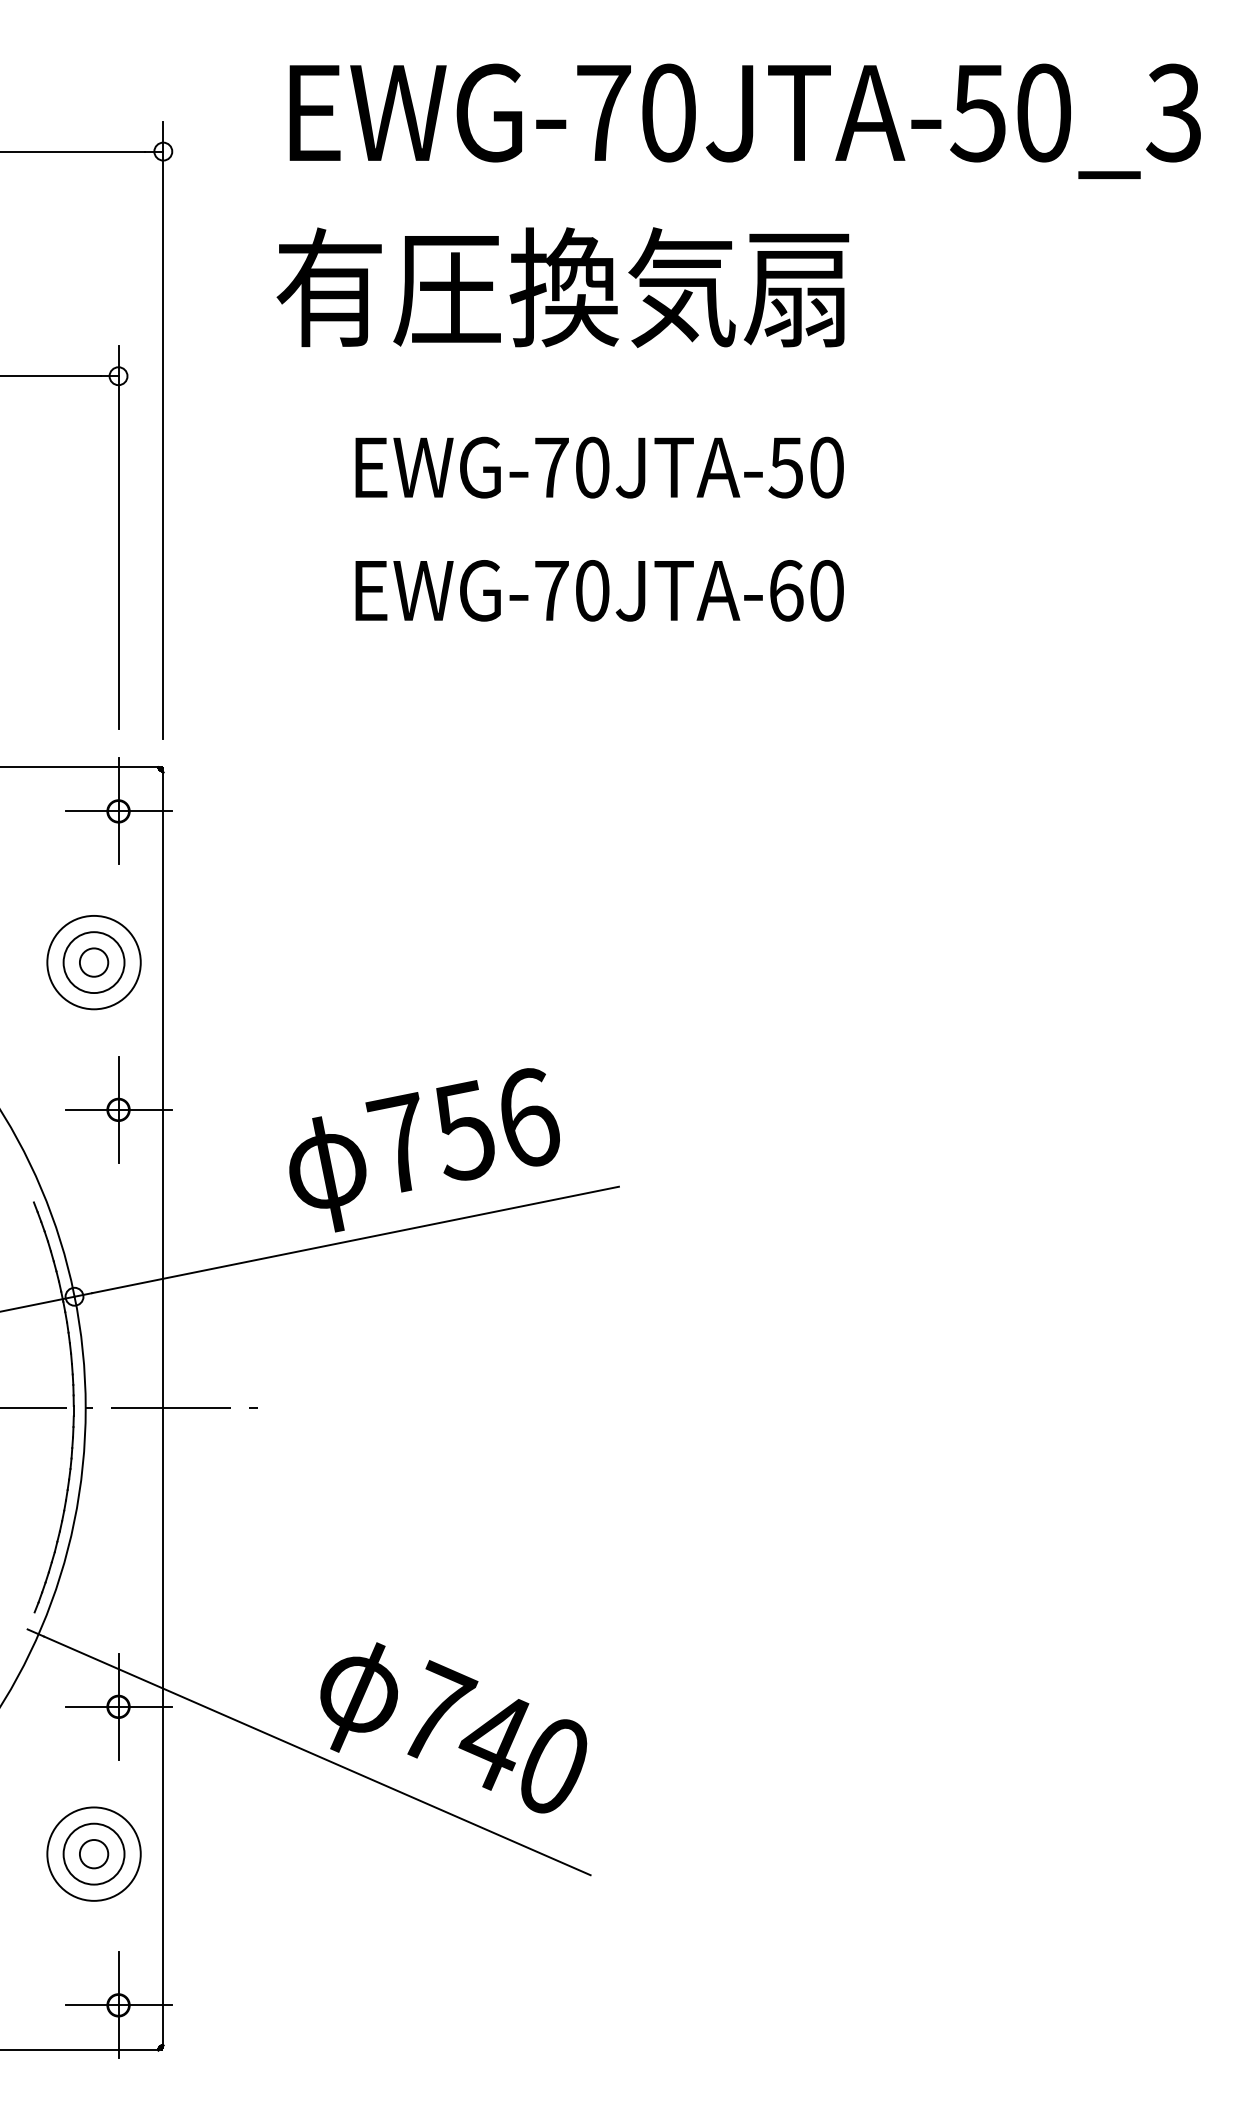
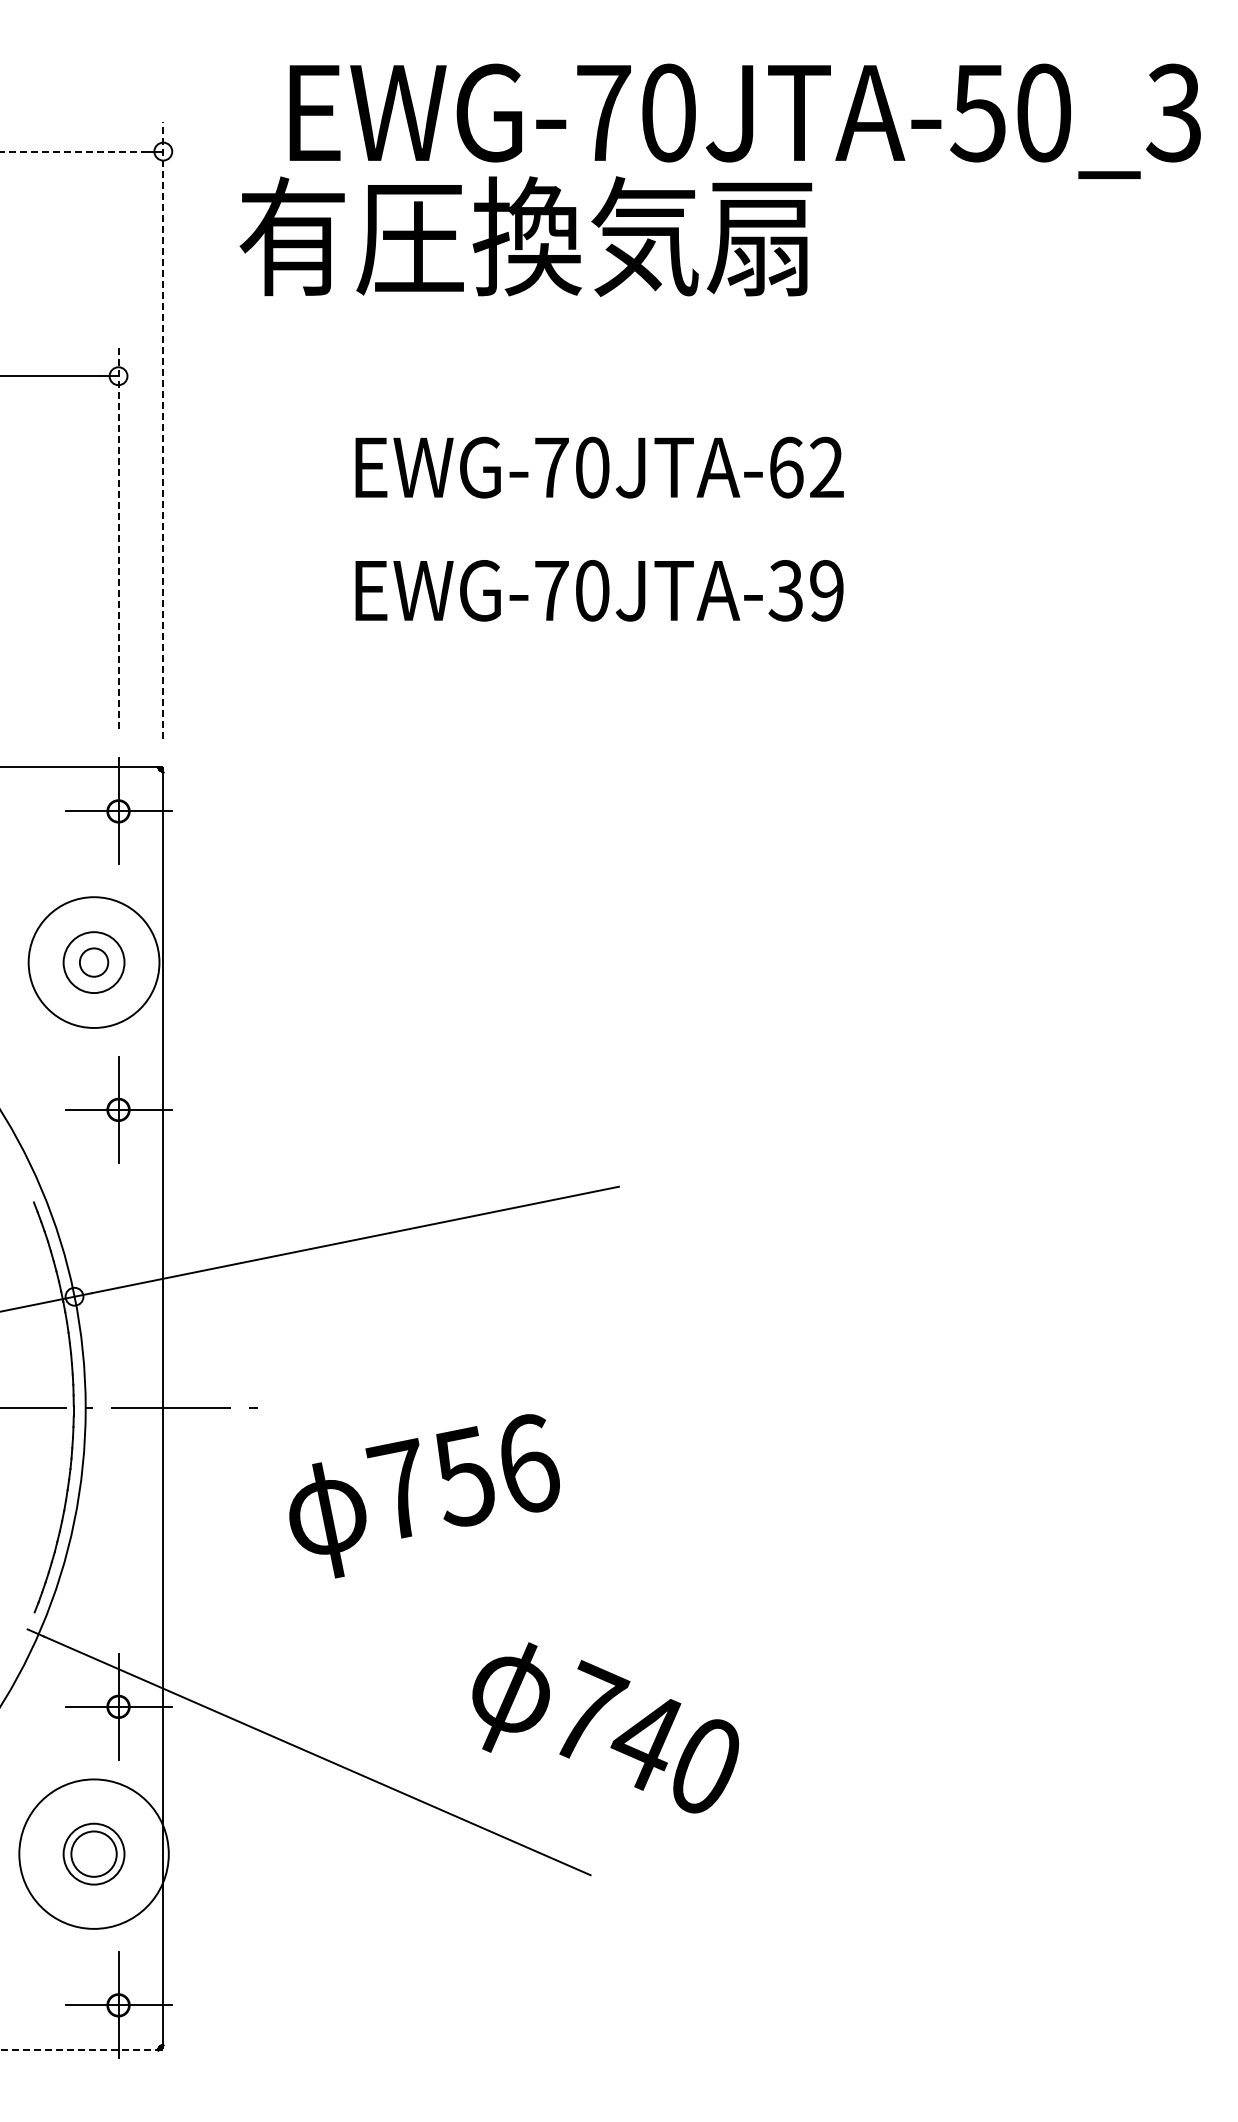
line at (73, 151): solid -> dashed
text at (562, 287) position: (562, 287) -> (525, 236)
line at (163, 429): solid -> dashed
text at (805, 467): EWG-70JTA-50 -> EWG-70JTA-62
line at (118, 536): solid -> dashed
text at (805, 590): EWG-70JTA-60 -> EWG-70JTA-39
circle at (93, 962) diameter: 93 px -> 131 px
text at (424, 1150) position: (424, 1150) -> (424, 1496)
text at (453, 1727) position: (453, 1727) -> (605, 1727)
circle at (93, 1853) diameter: 93 px -> 149 px
circle at (93, 1854) diameter: 28 px -> 45 px
line at (80, 2050): solid -> dashed
